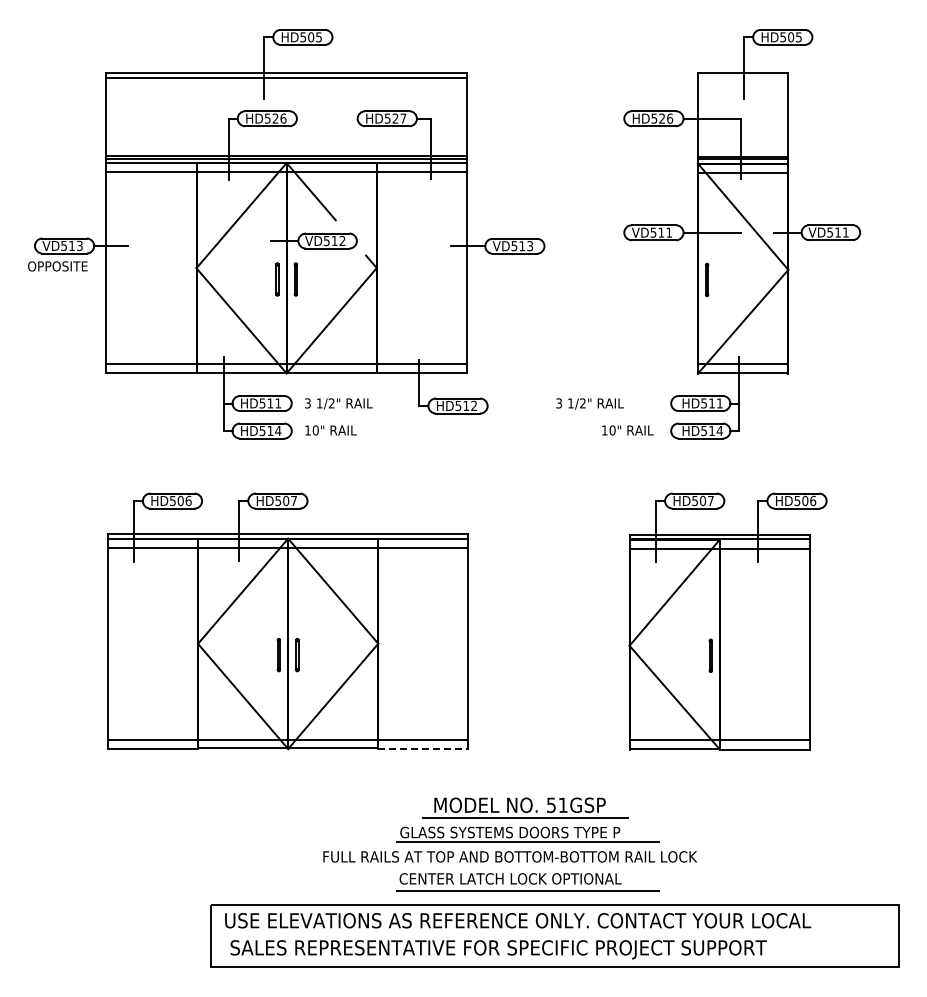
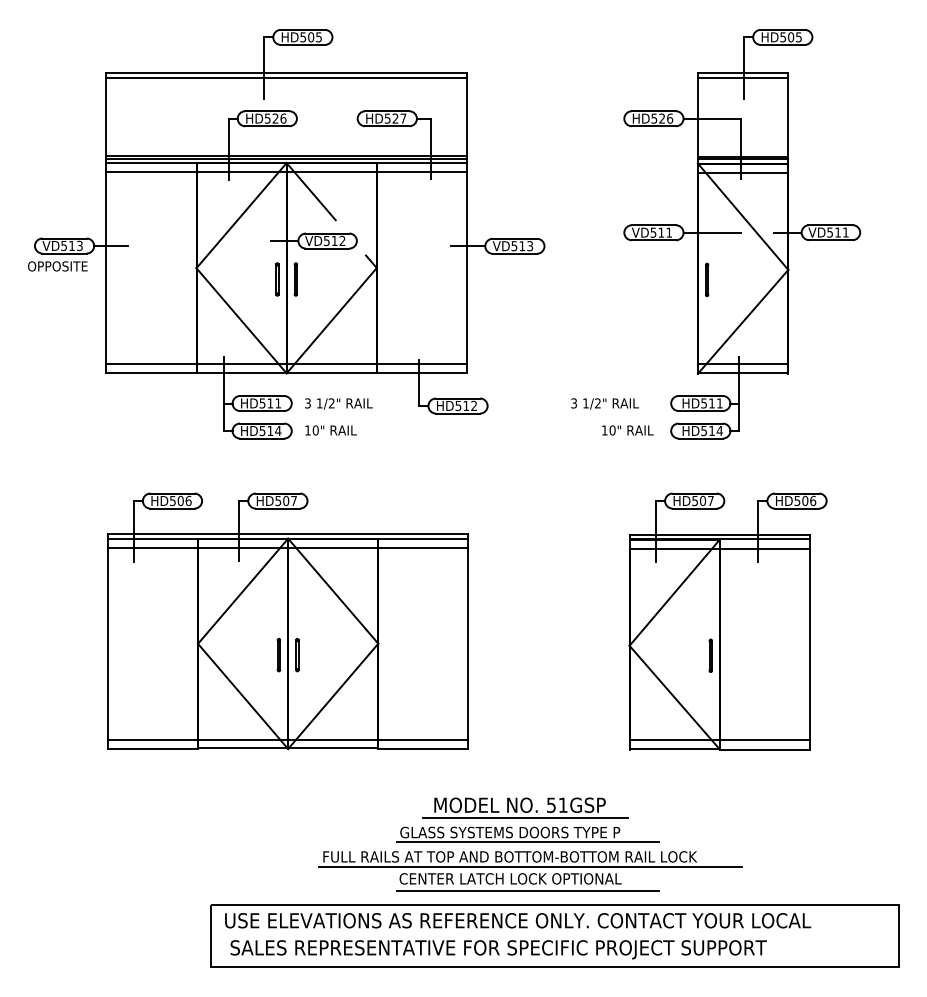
line at (742, 78): none -> present
text at (589, 403) position: (589, 403) -> (604, 403)
line at (423, 749): dashed -> solid
line at (529, 867): none -> present
